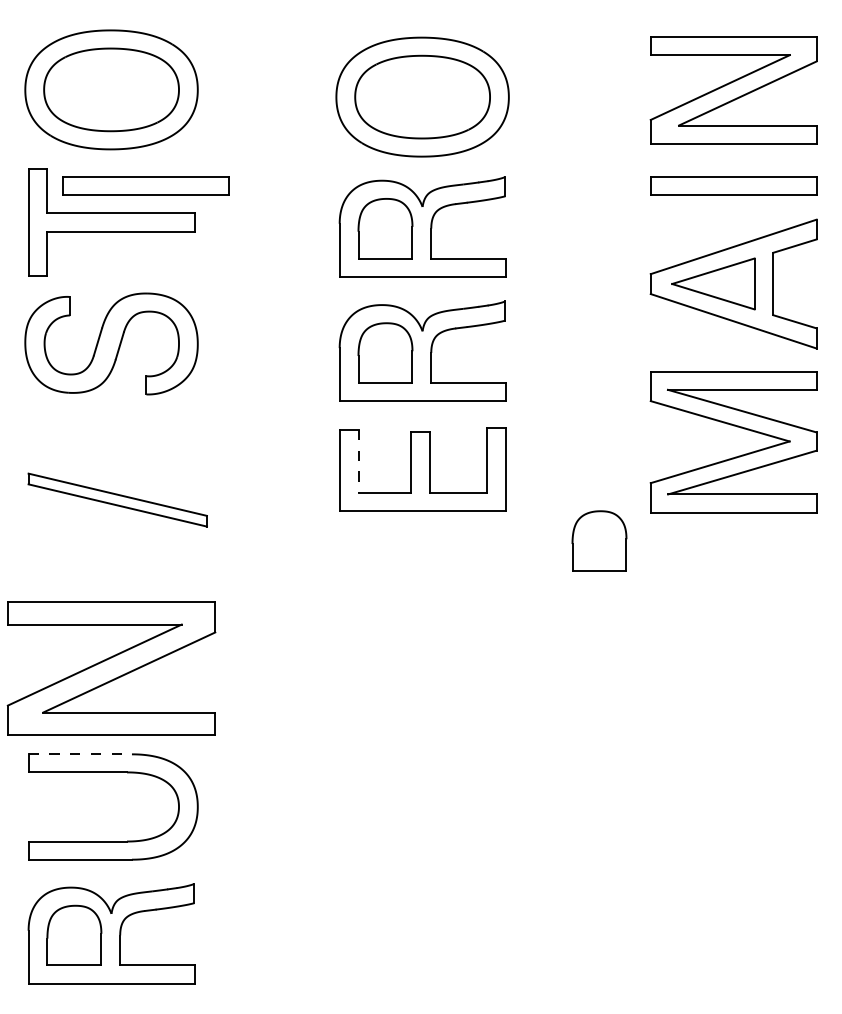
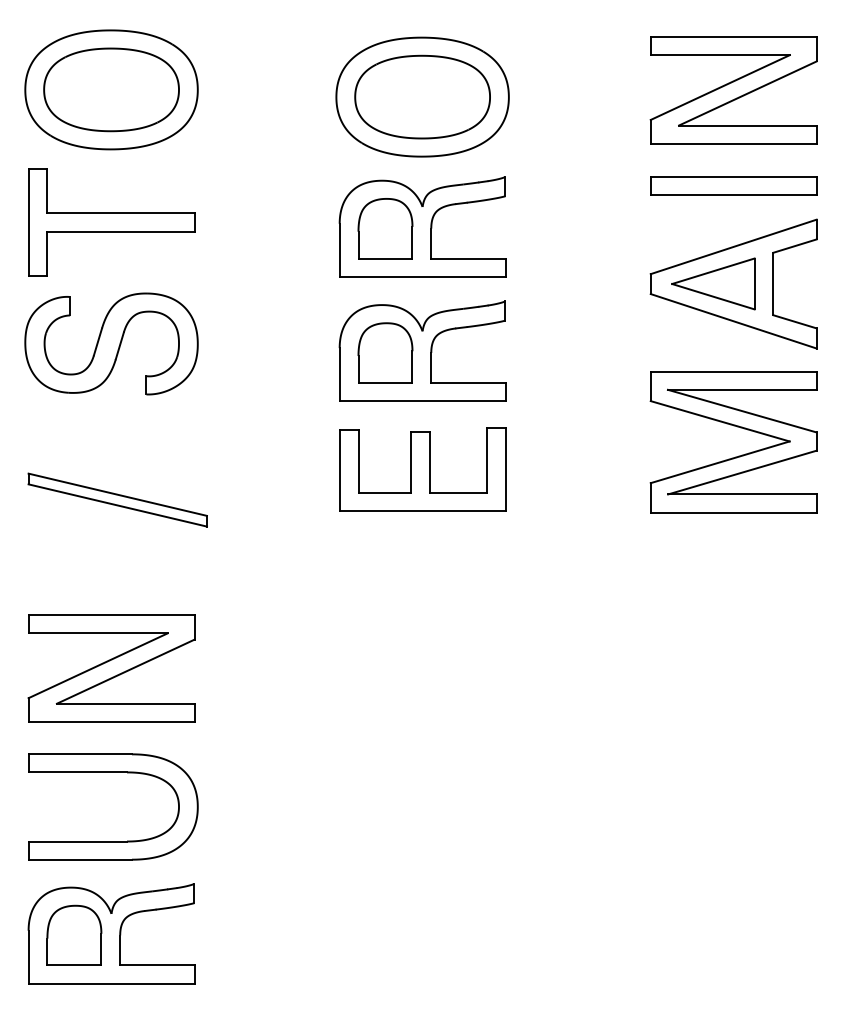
part at (145, 185): present -> none
line at (358, 461): dashed -> solid
part at (599, 540): present -> none
part at (111, 668) size: 211x135 px -> 169x109 px
line at (80, 754): dashed -> solid
